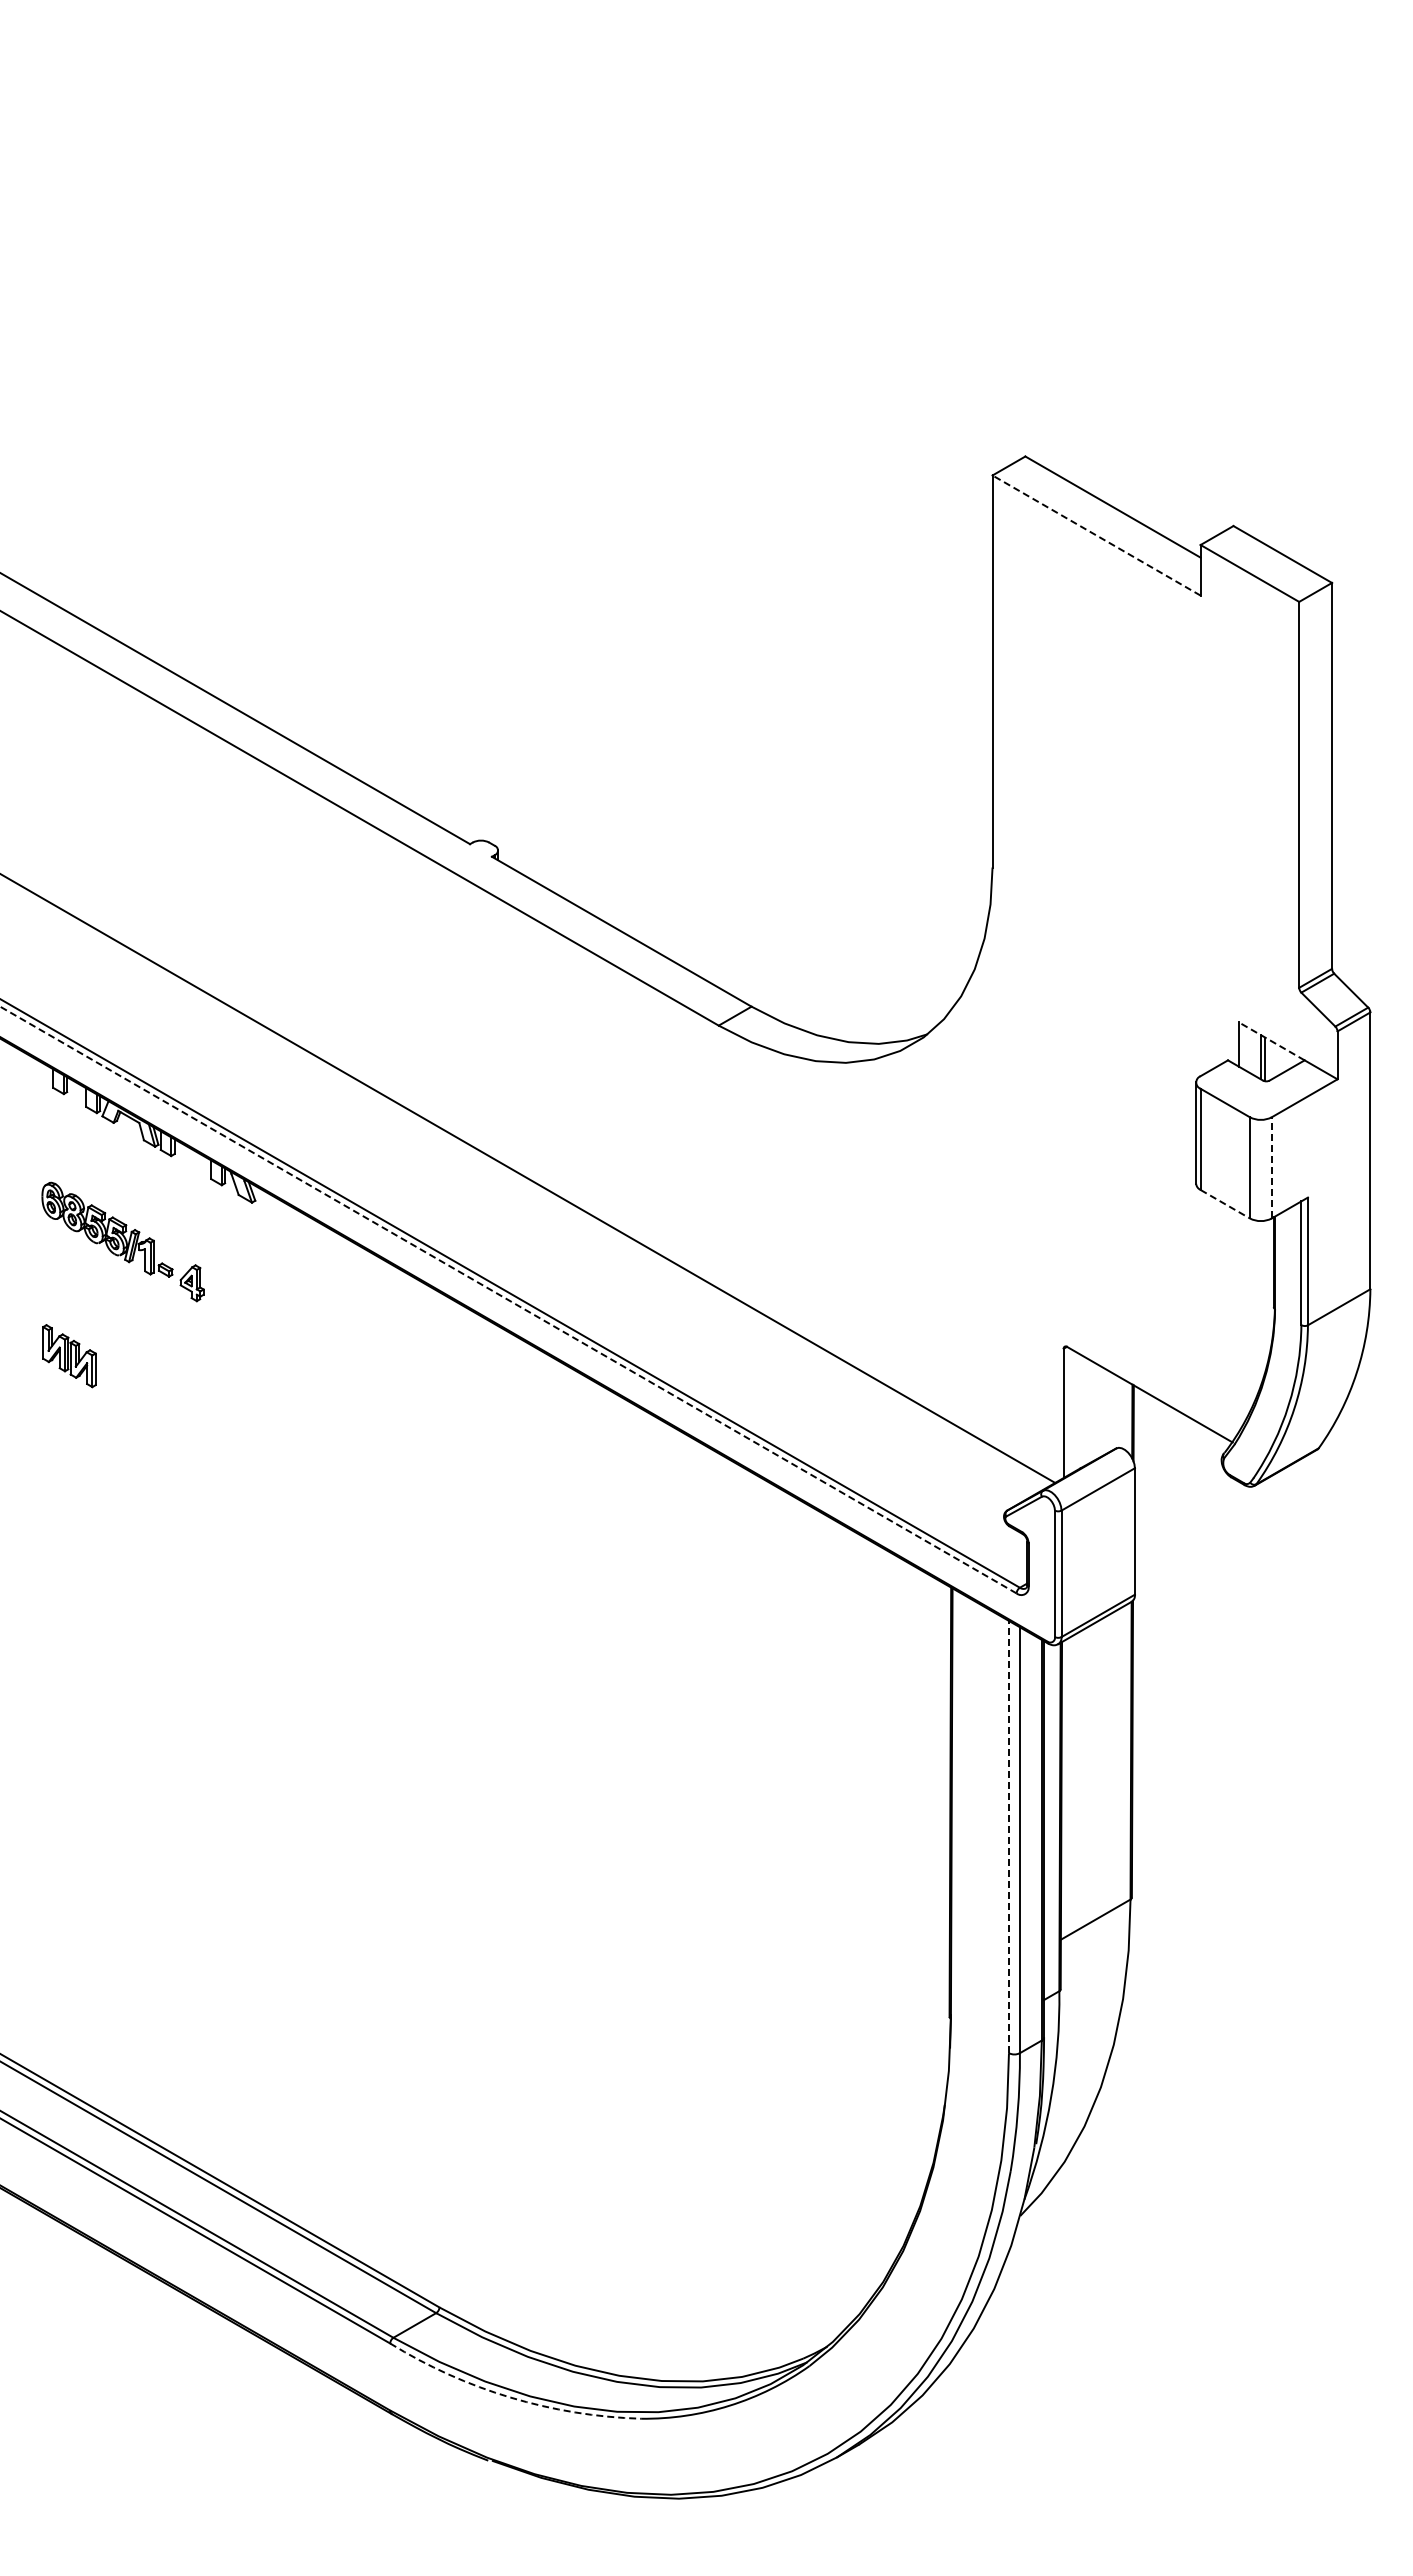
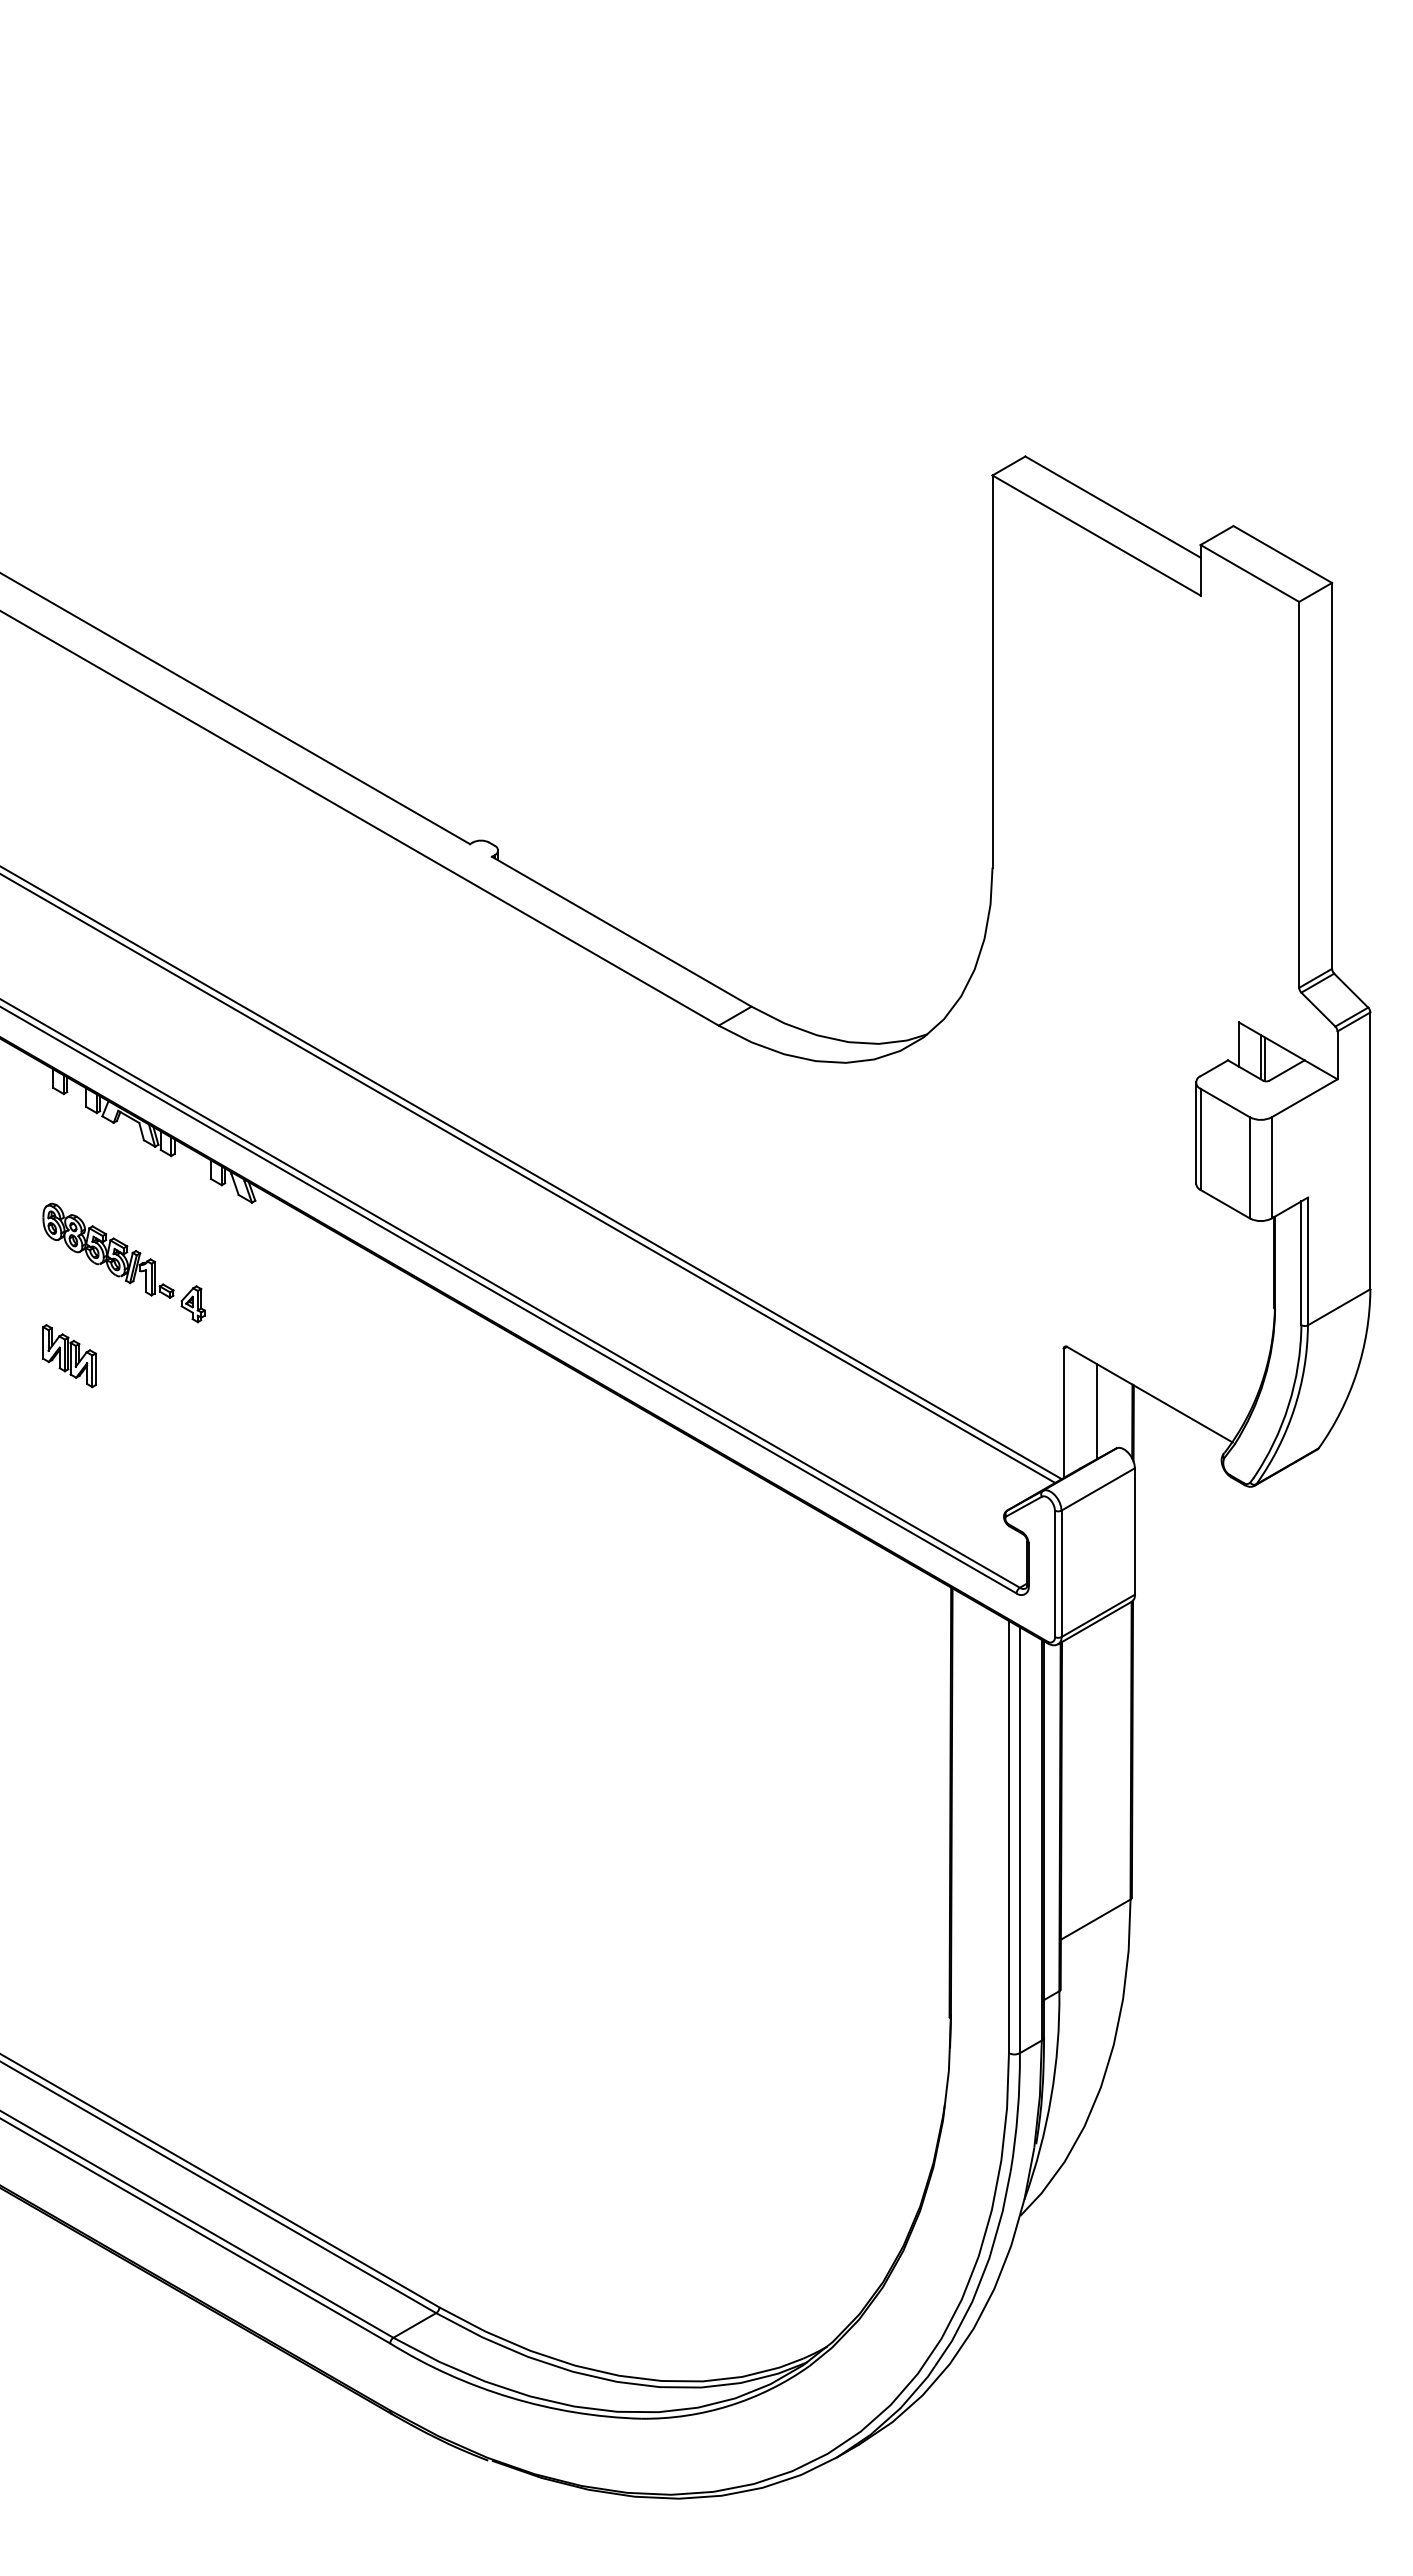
line at (1096, 535): dashed -> solid
line at (1271, 1041): dashed -> solid
line at (1271, 1167): dashed -> solid
line at (531, 1173): none -> present
line at (1225, 1204): dashed -> solid
part at (122, 1241) position: (122, 1241) -> (123, 1262)
line at (508, 1300): dashed -> solid
line at (1096, 1411): none -> present
line at (1008, 1836): dashed -> solid
arc at (510, 2397): dashed -> solid
